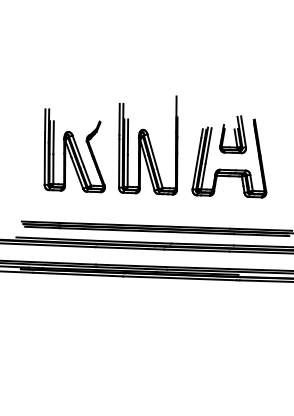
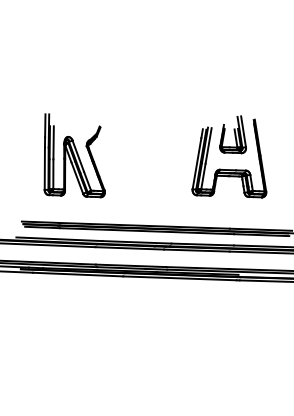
part at (148, 145): present -> none
part at (74, 150) position: (74, 150) -> (74, 155)
